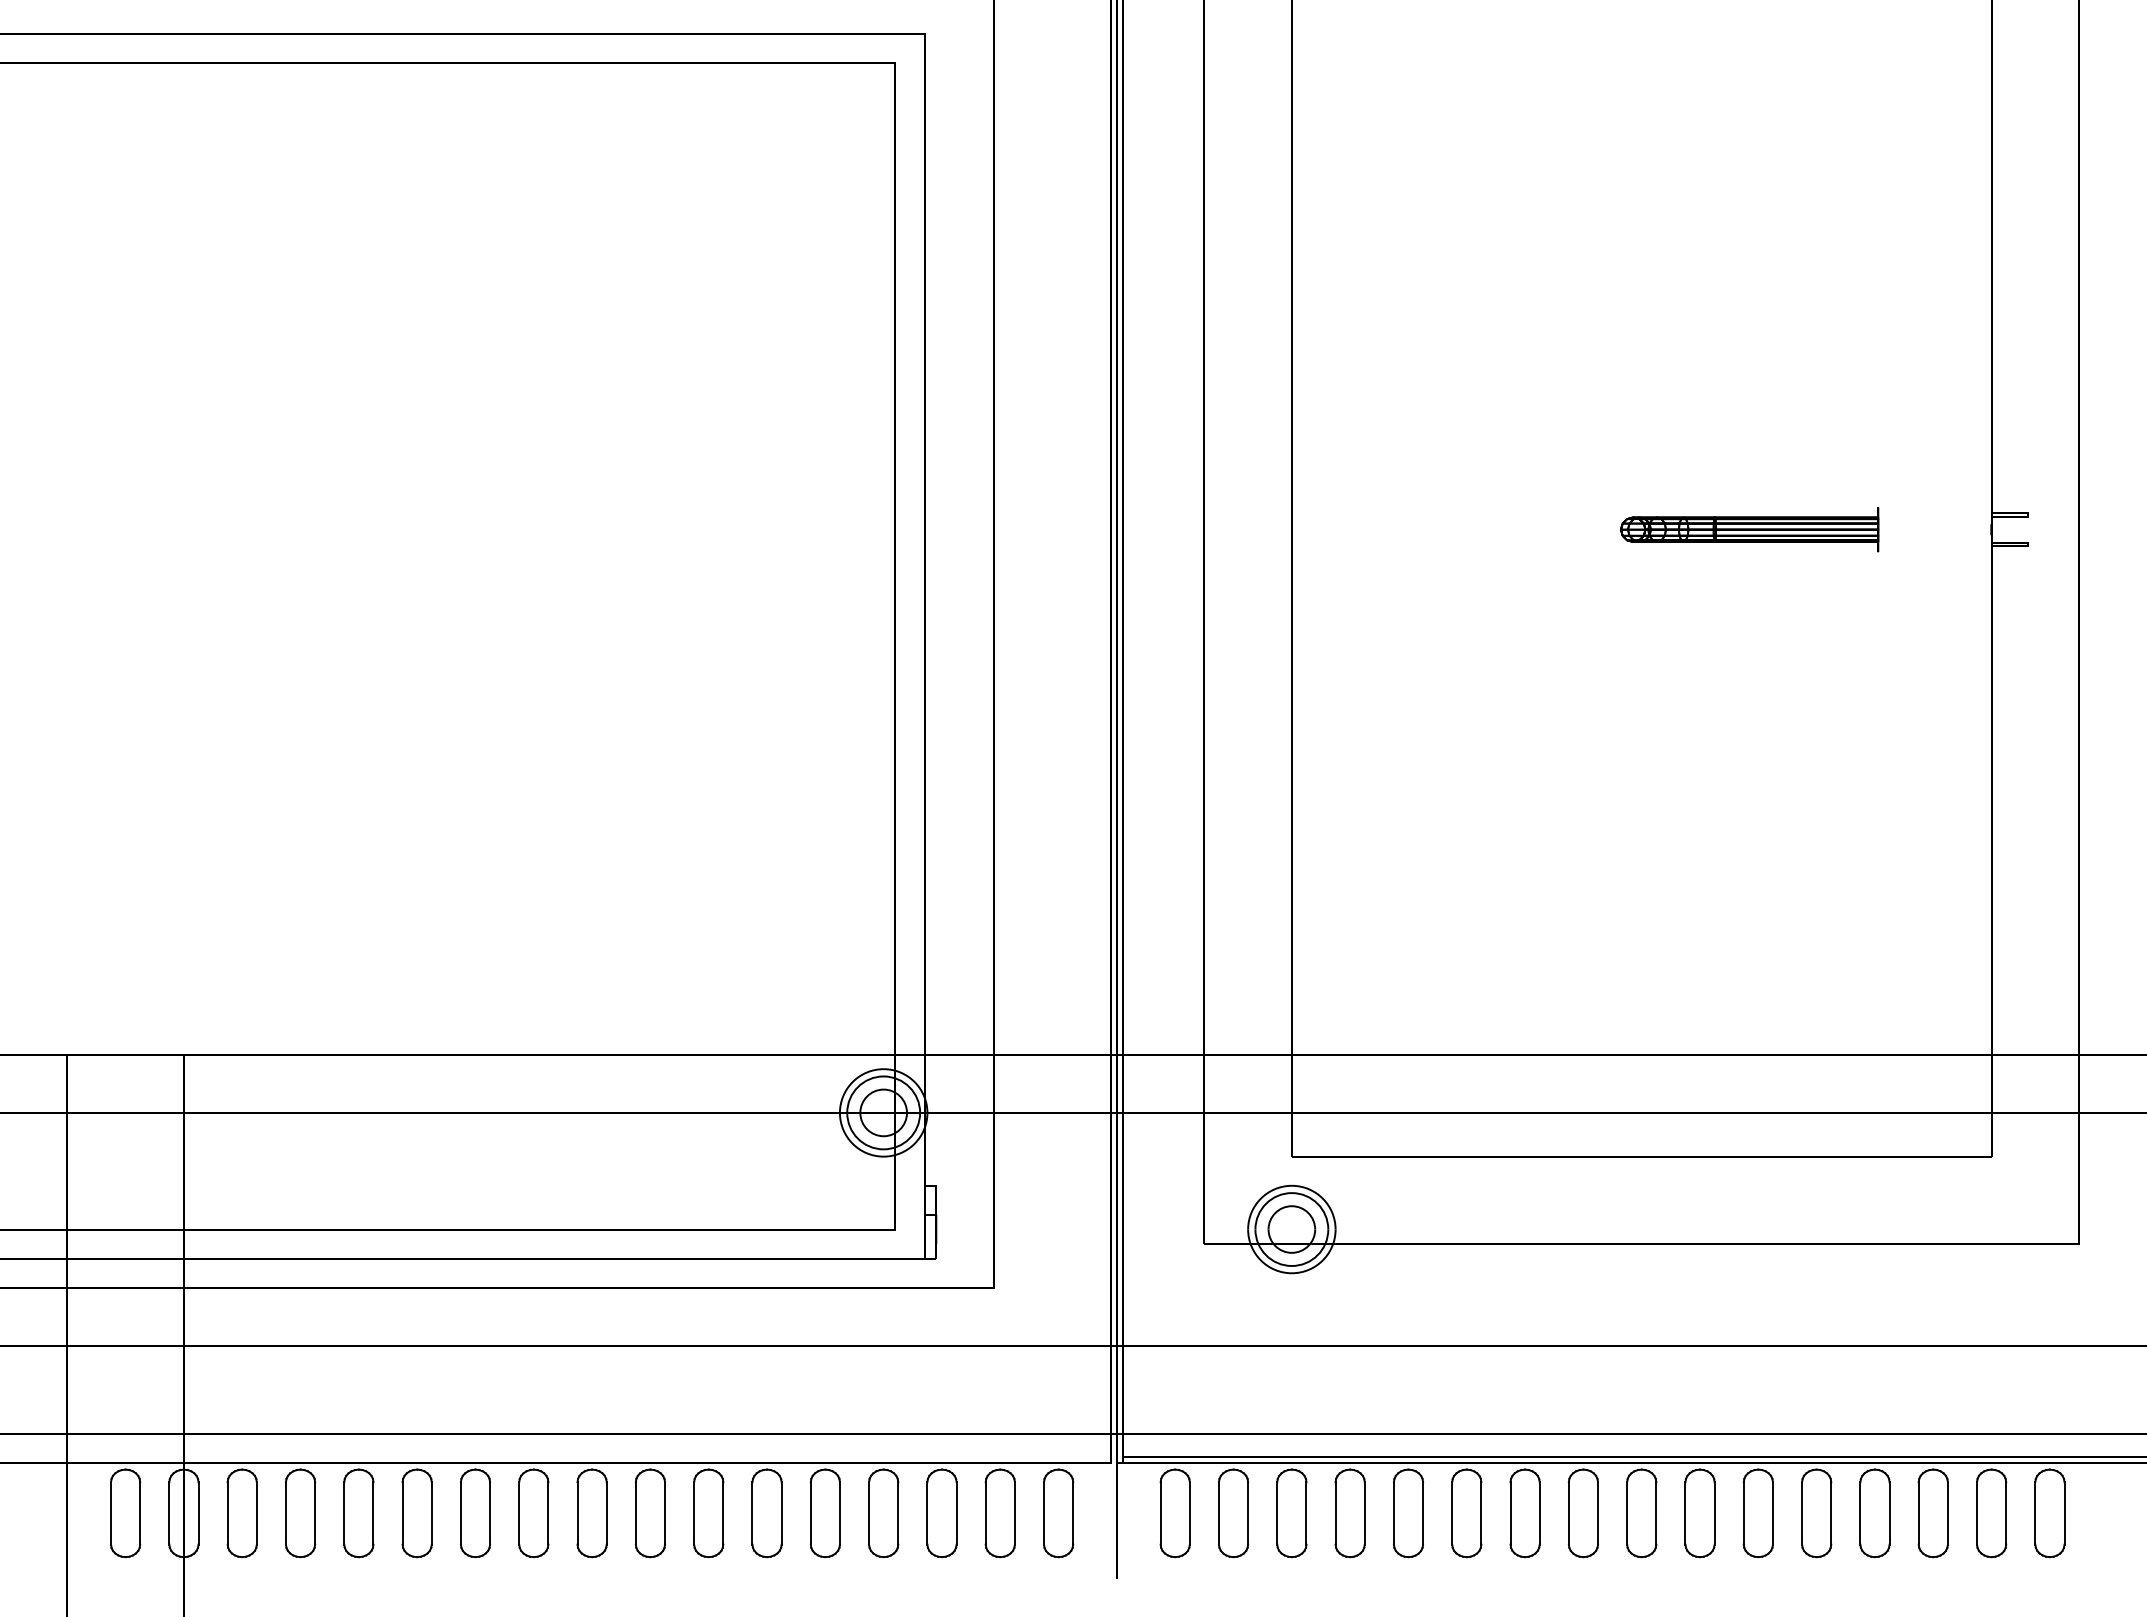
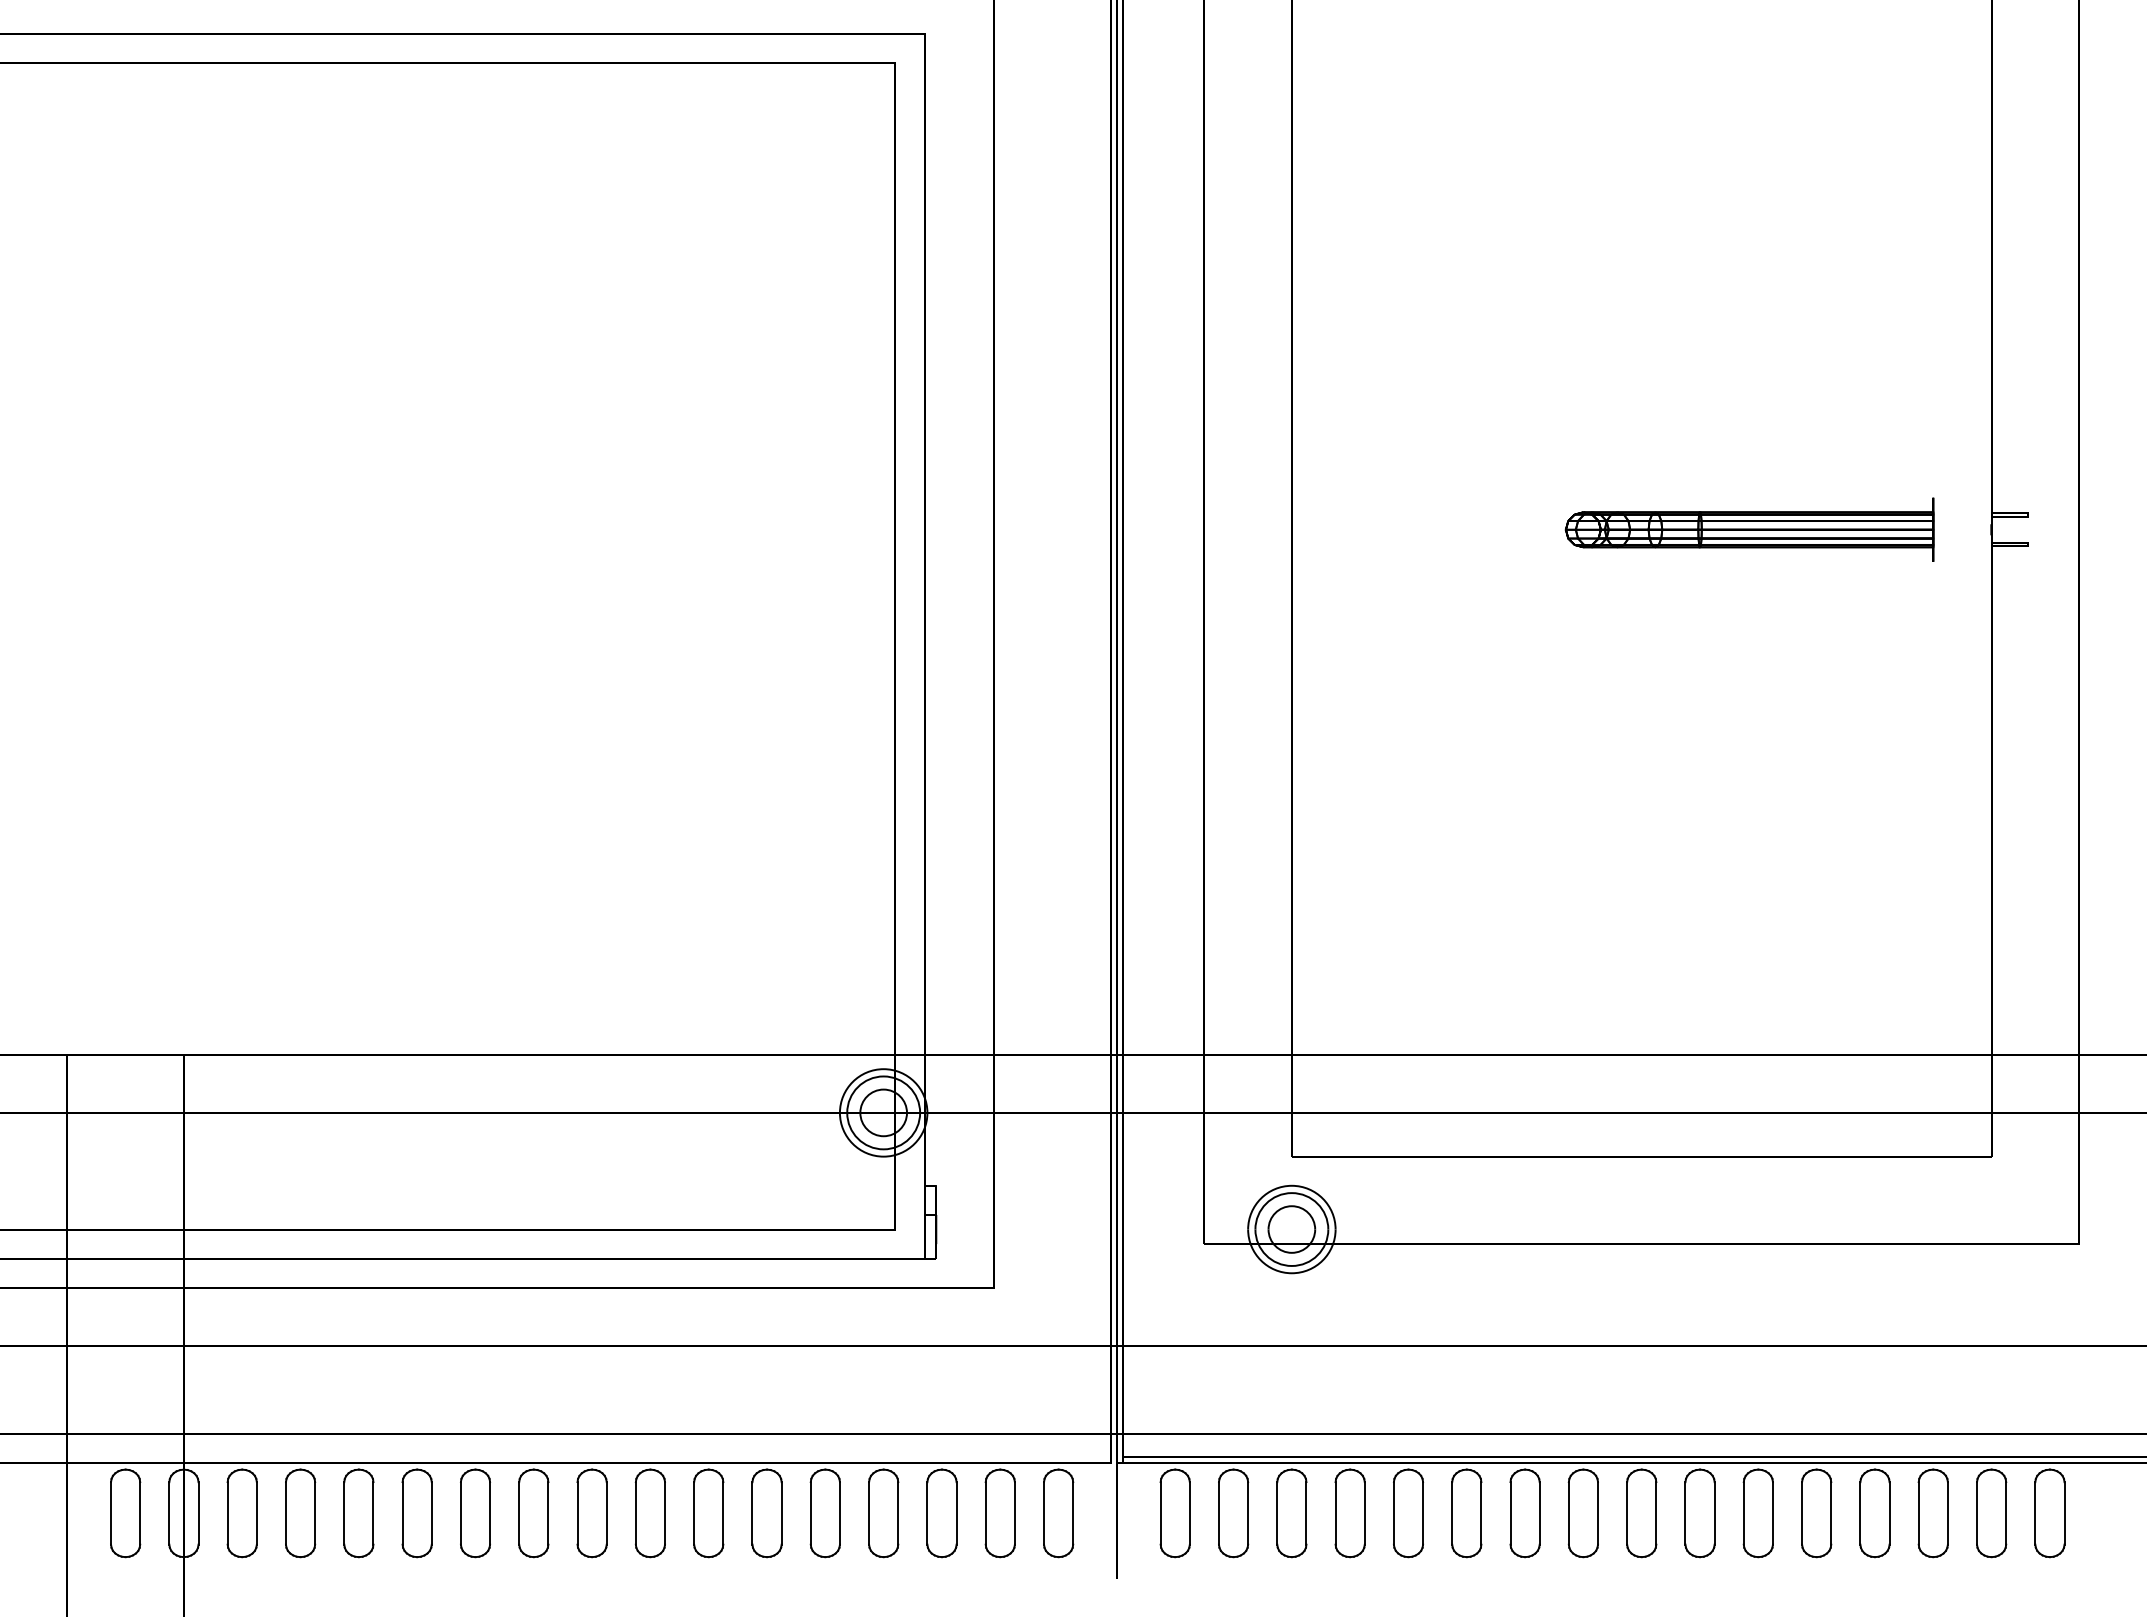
part at (1749, 529) size: 260x46 px -> 371x65 px
